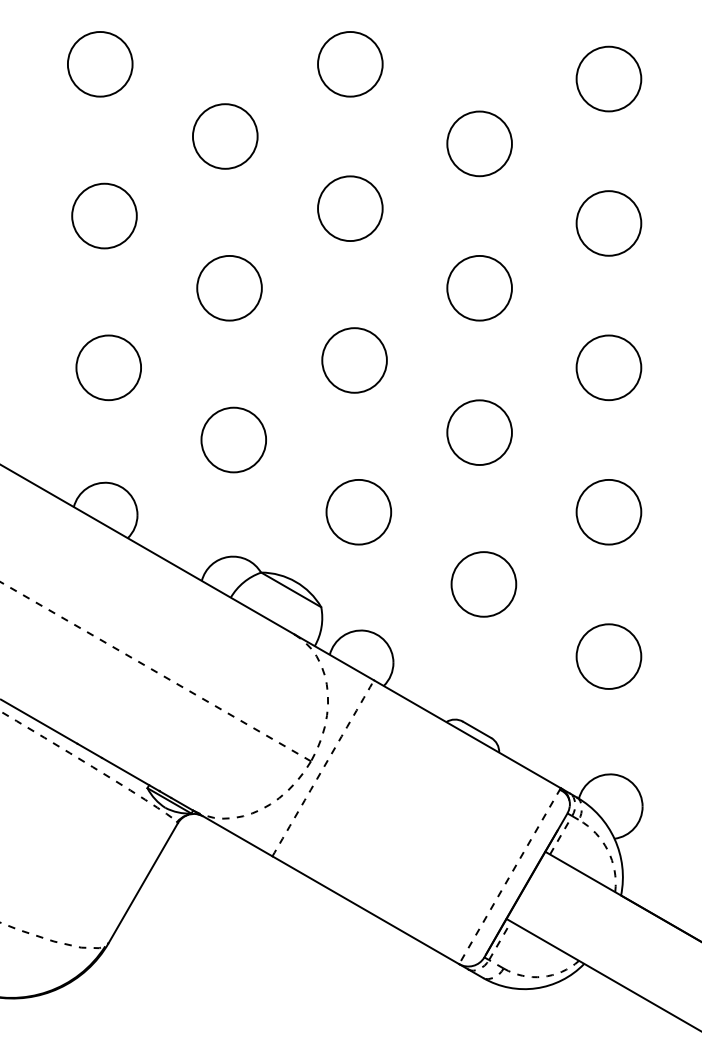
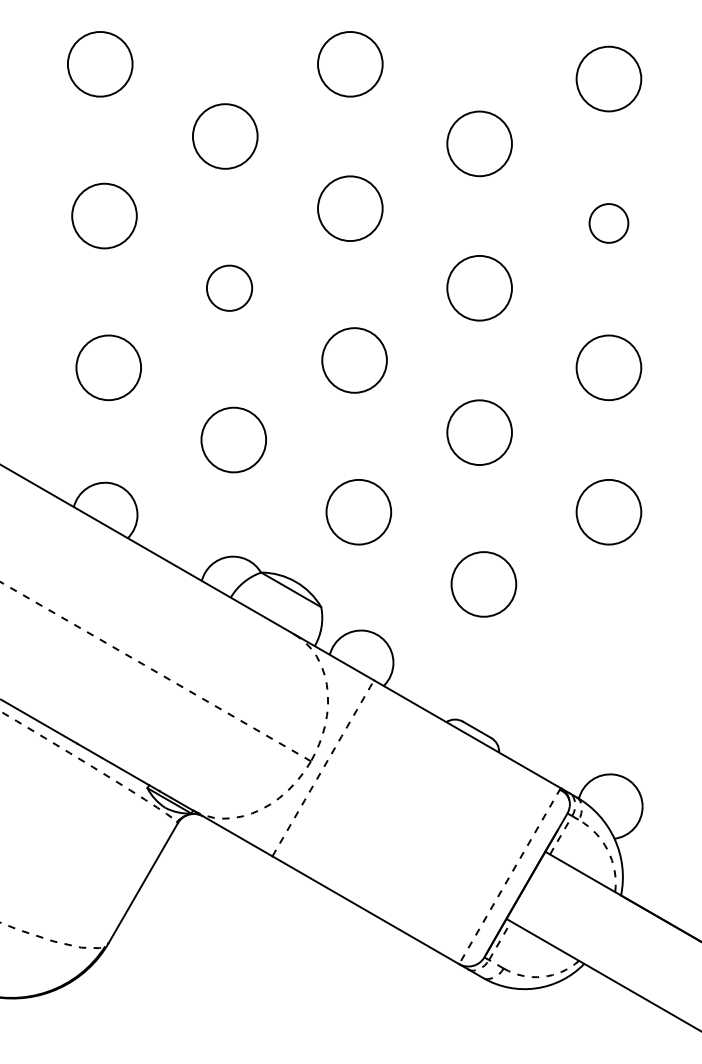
circle at (608, 223) diameter: 65 px -> 39 px
circle at (229, 287) diameter: 65 px -> 45 px
circle at (608, 656): present -> none
